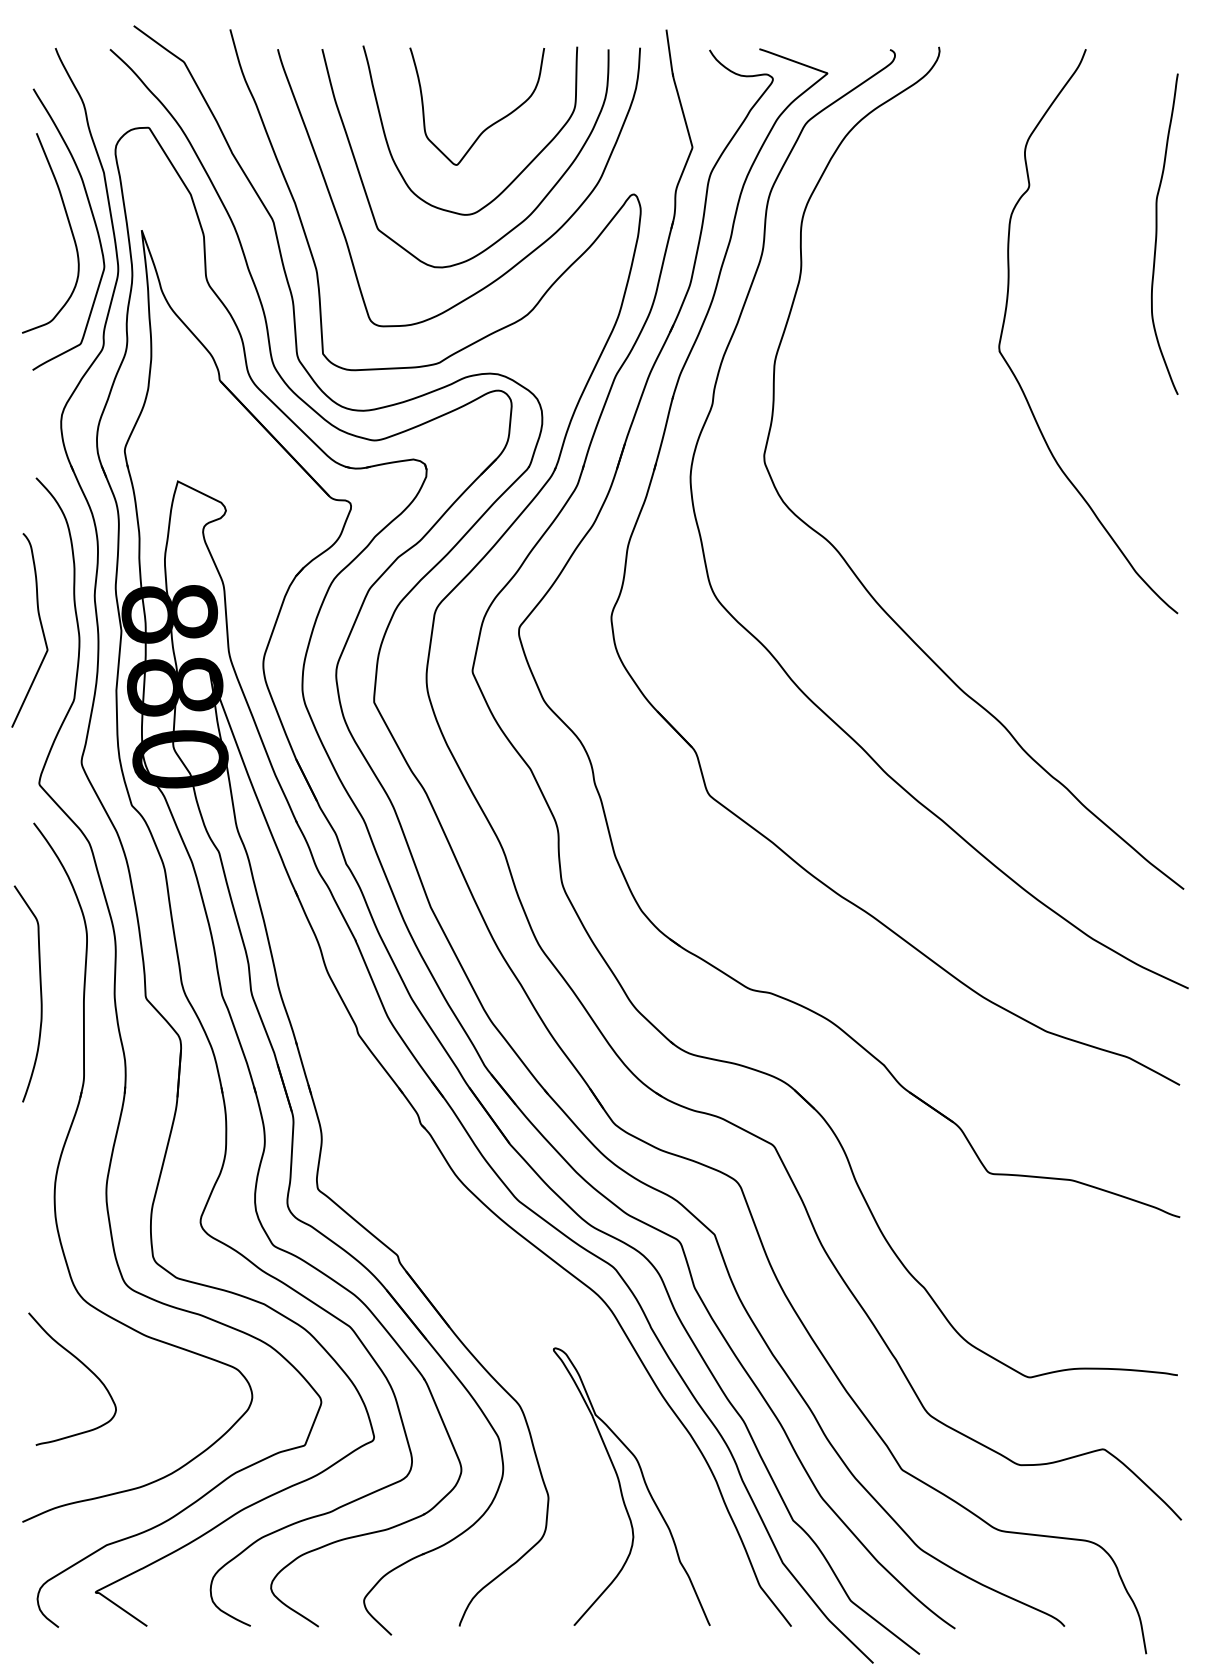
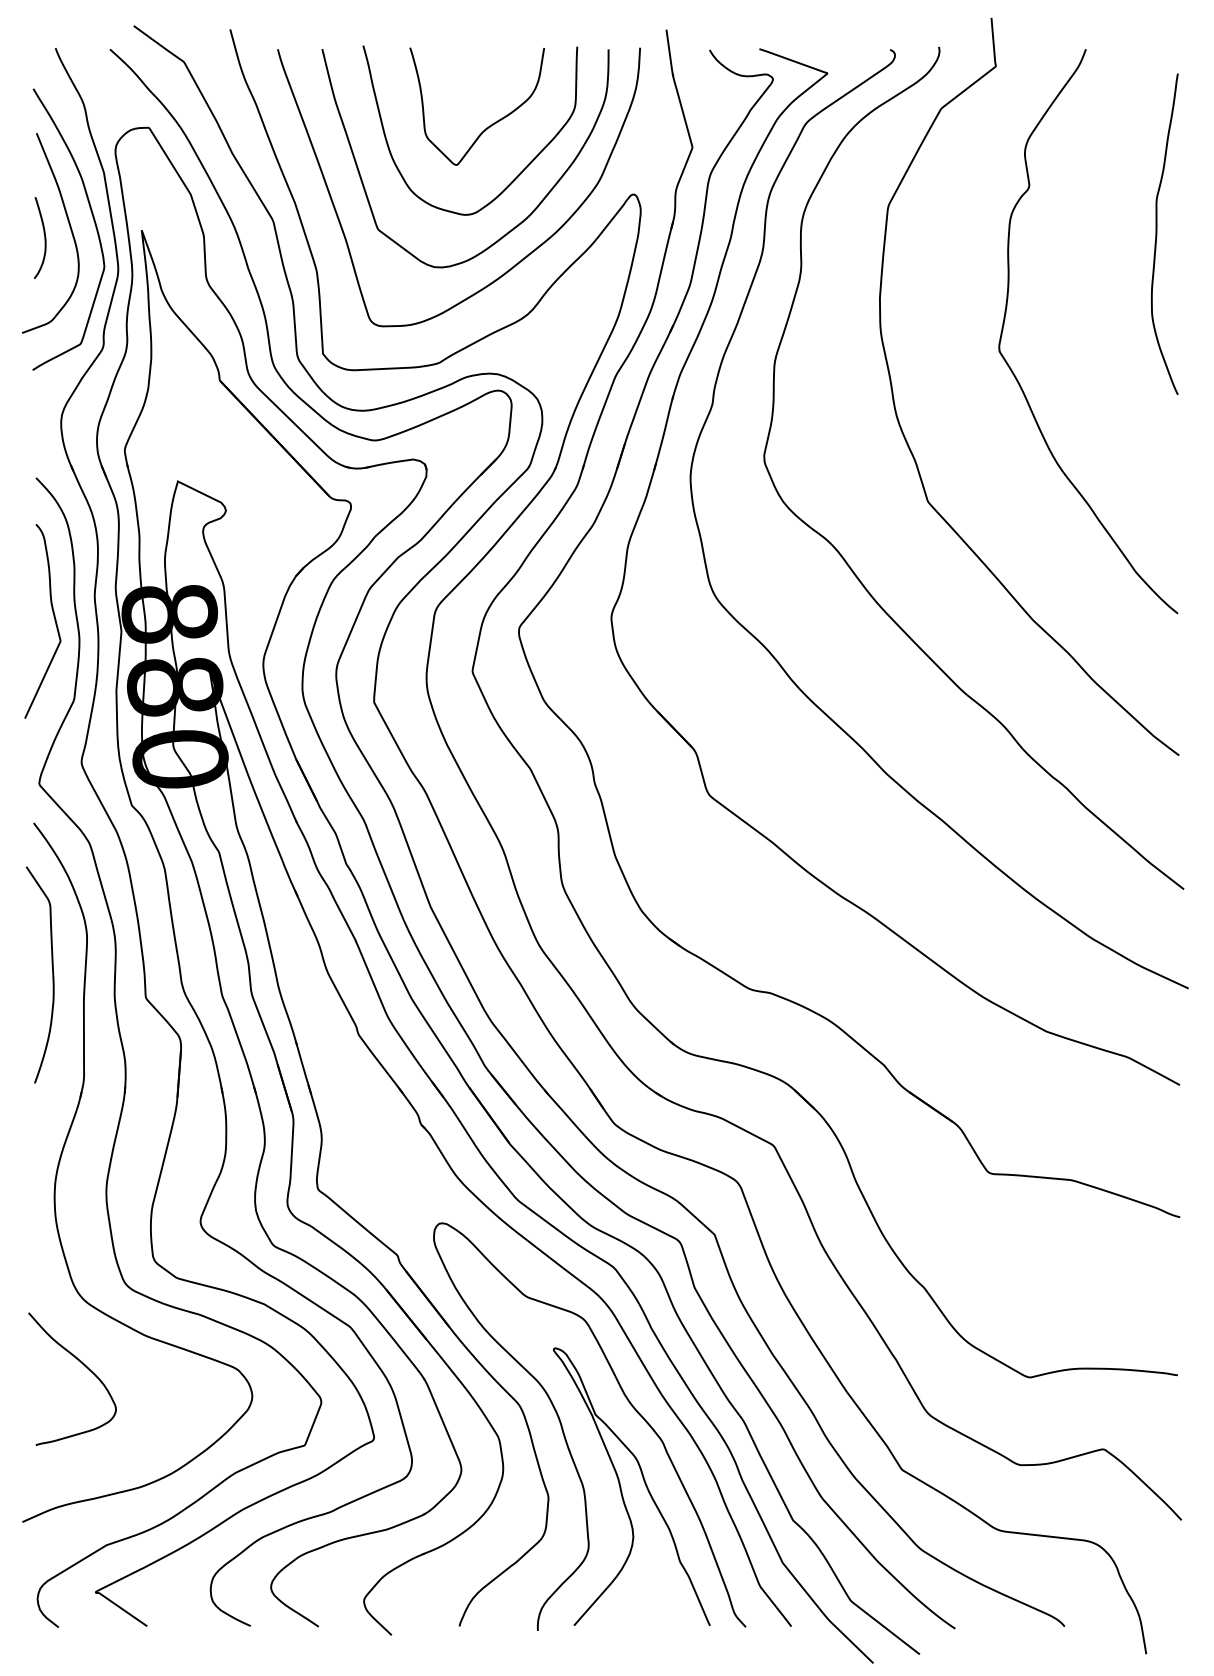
curve at (44, 237): none -> present
curve at (906, 438): none -> present
curve at (40, 626) position: (40, 626) -> (53, 617)
curve at (40, 993) position: (40, 993) -> (52, 974)
curve at (565, 1435): none -> present
